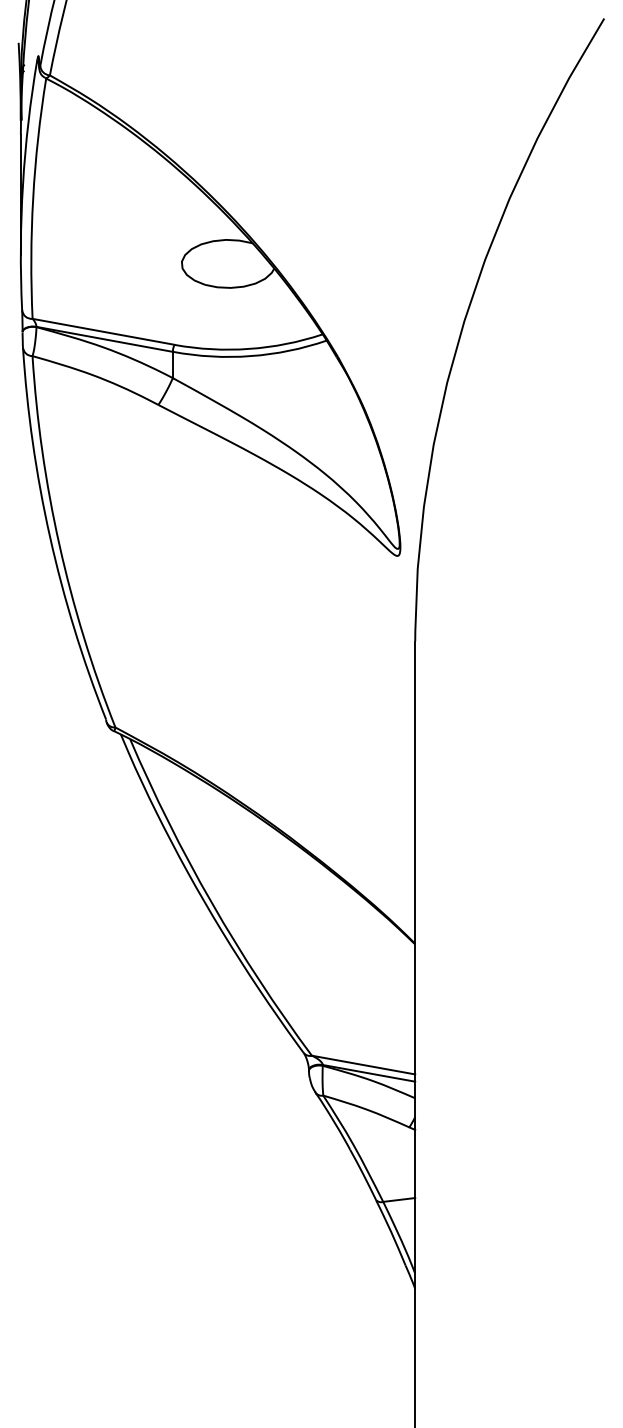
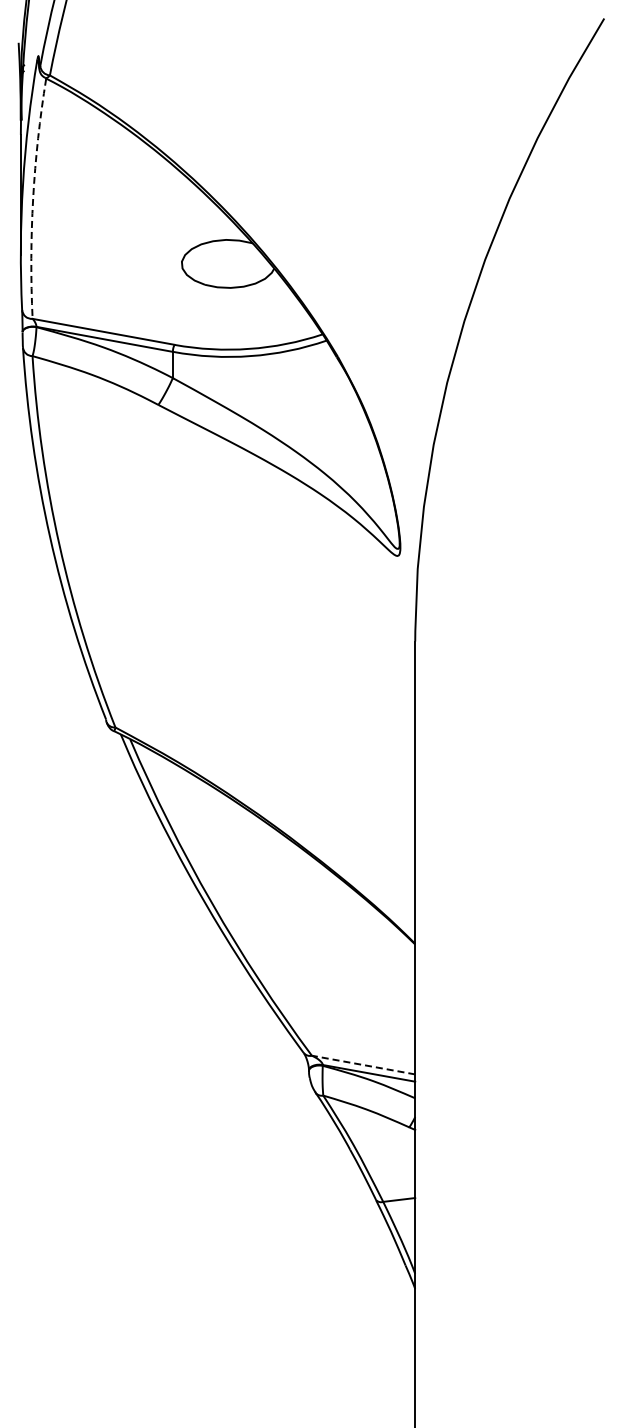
arc at (33, 198): solid -> dashed
line at (363, 1065): solid -> dashed
